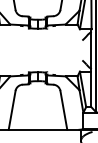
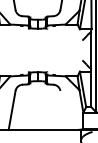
line at (63, 109): present -> none
